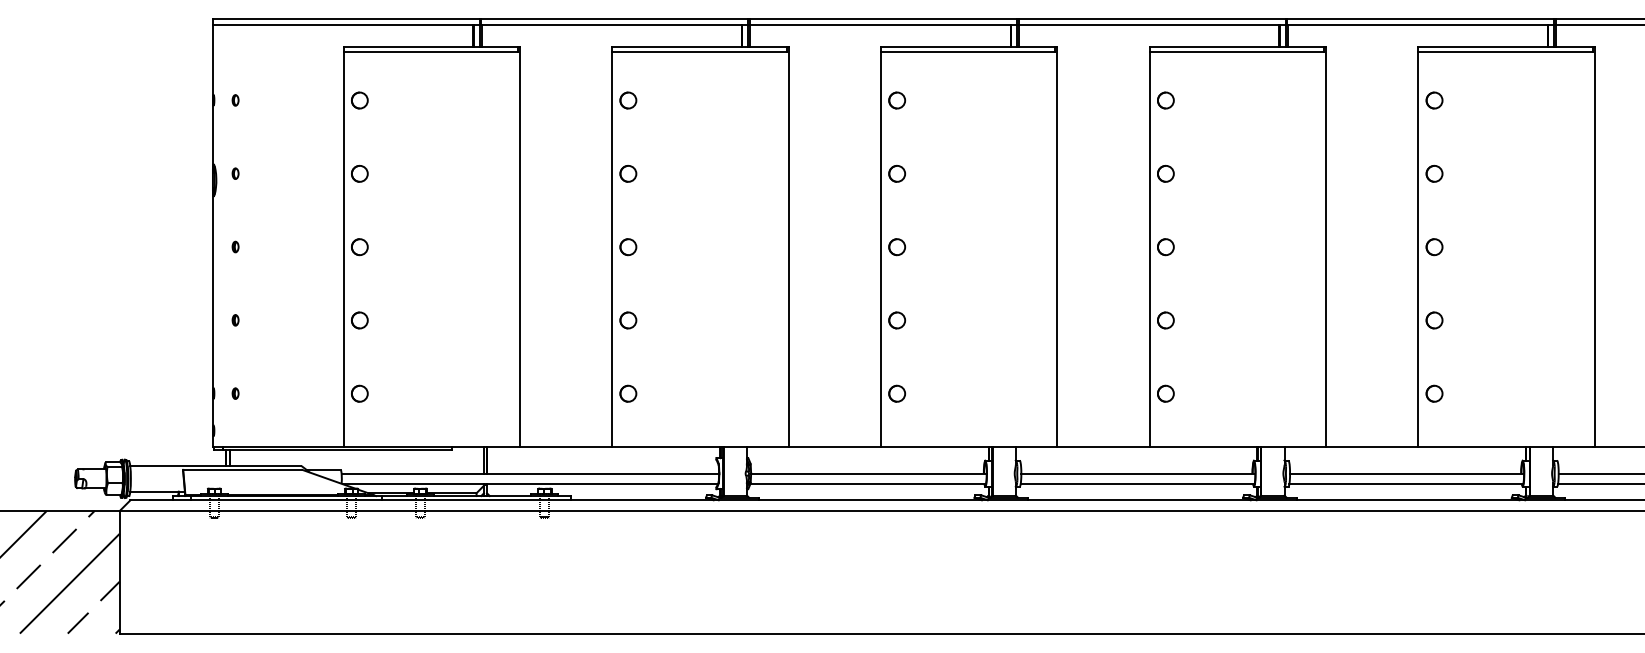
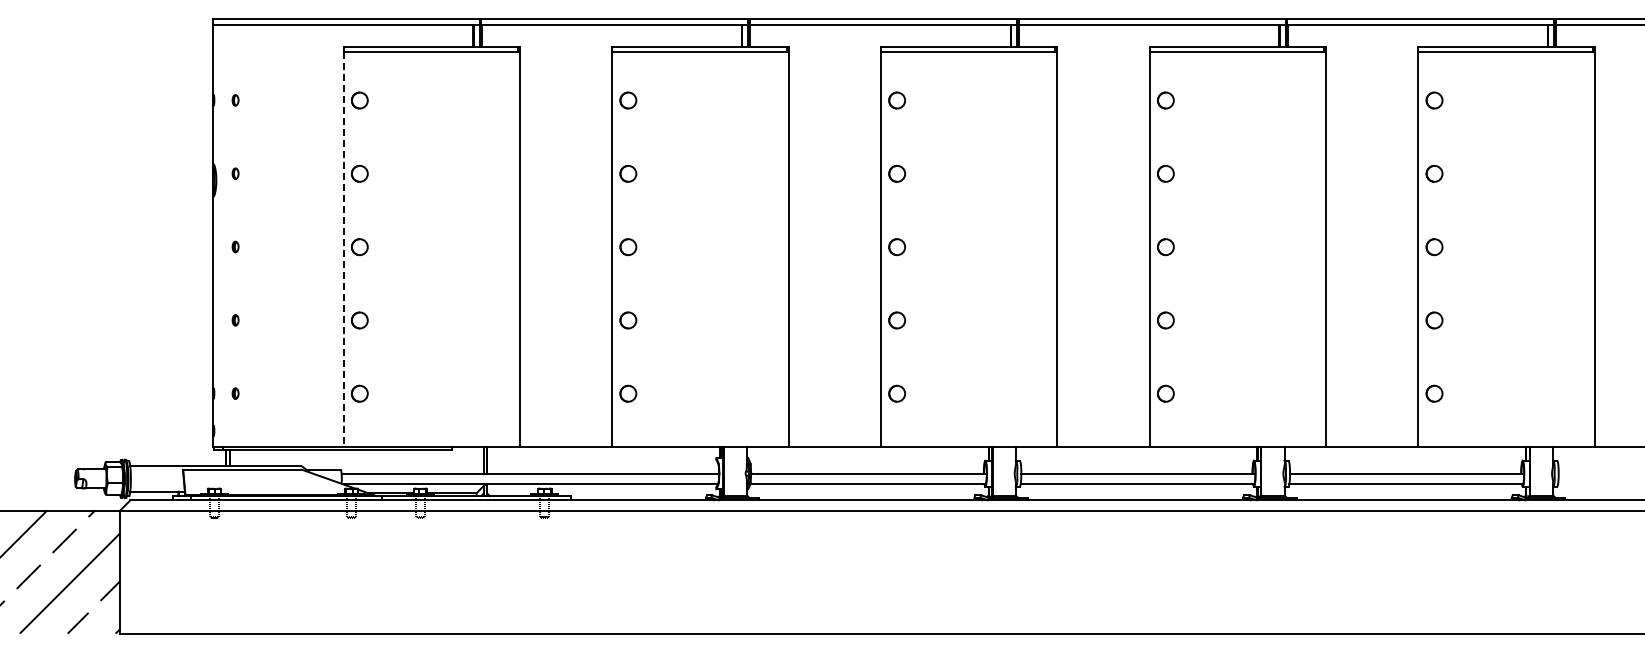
line at (343, 249): solid -> dashed
line at (1599, 473): present -> none
line at (1599, 484): present -> none
